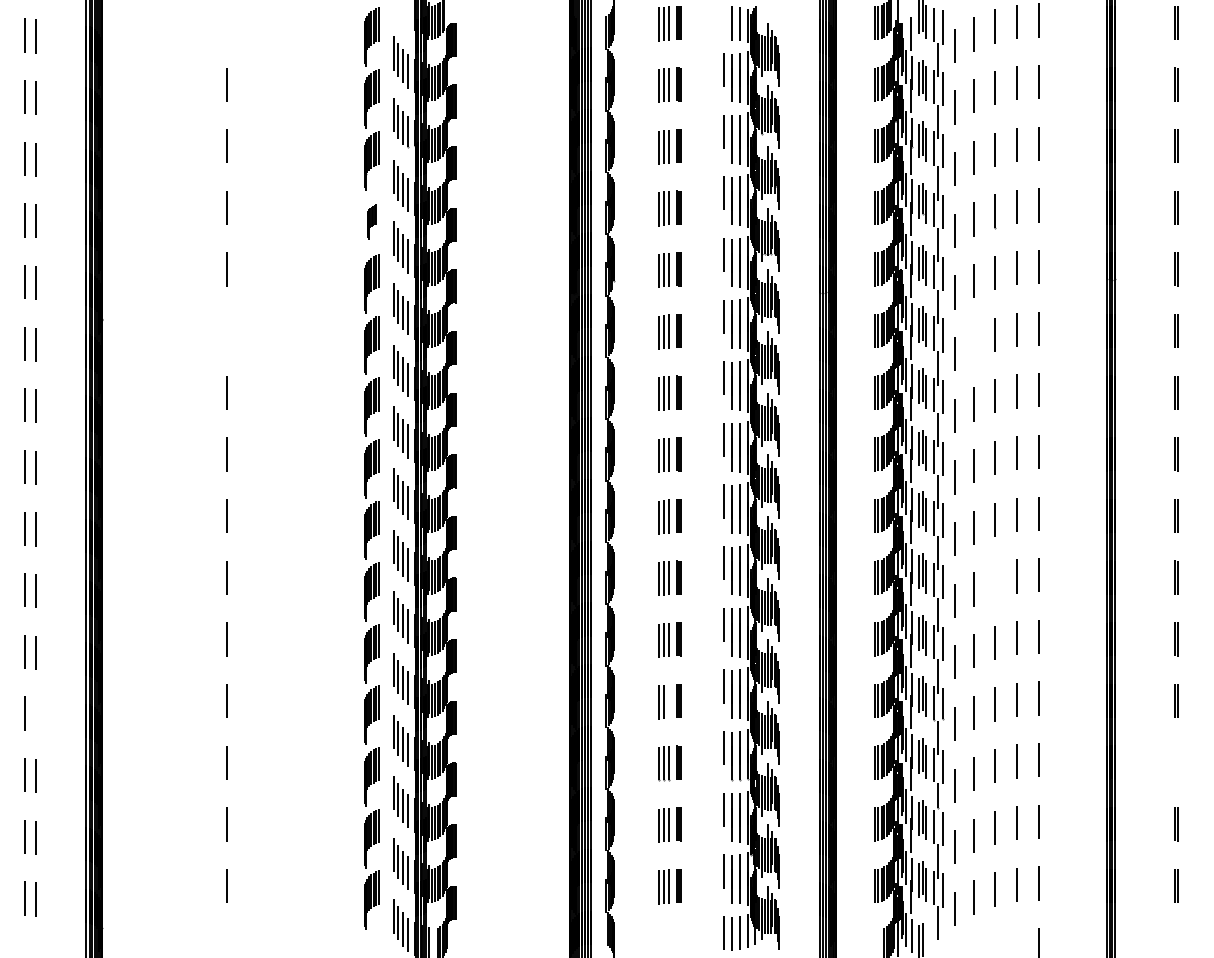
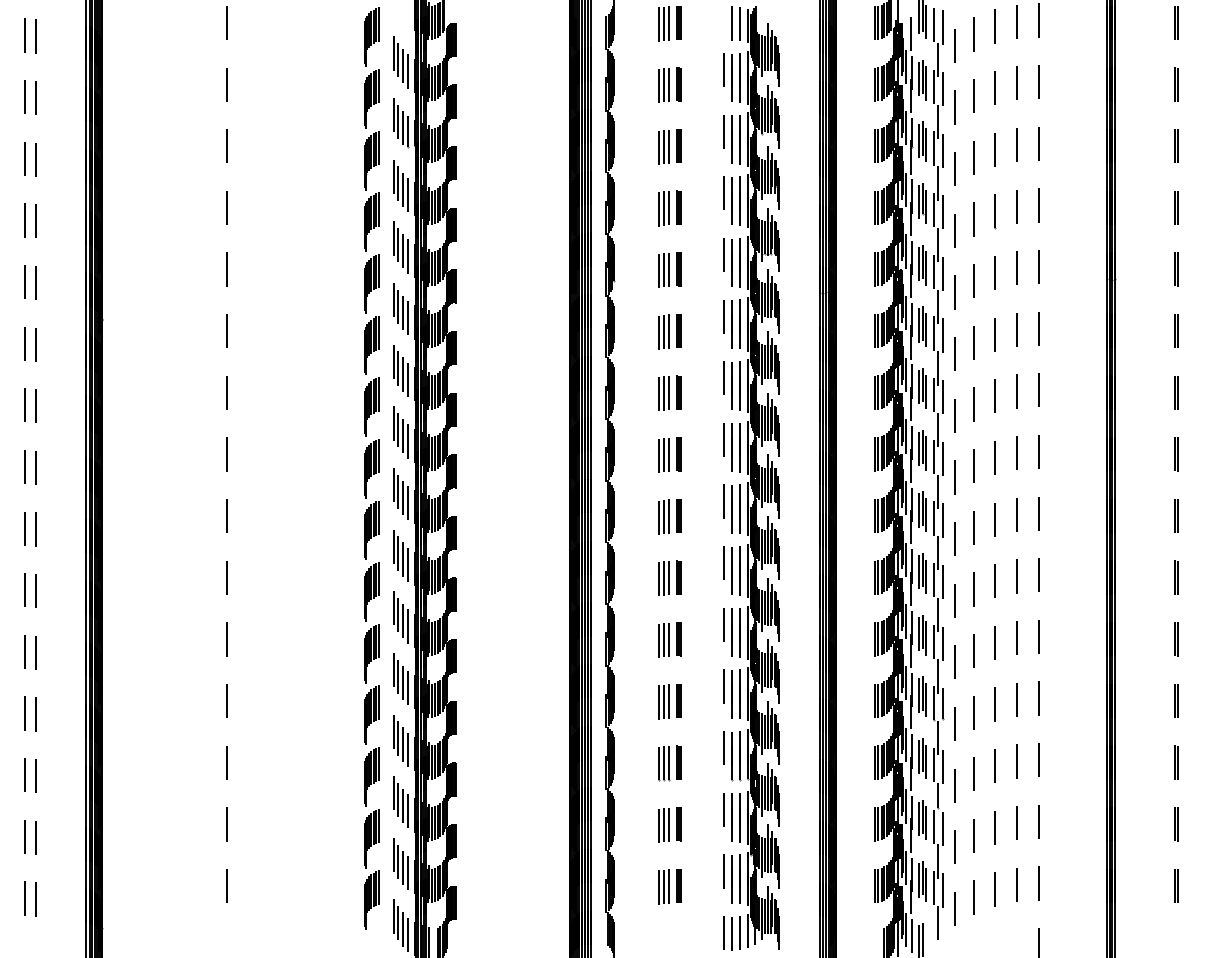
line at (227, 22): none -> present
part at (371, 221) size: 10x36 px -> 16x60 px
line at (227, 331): none -> present
line at (974, 342): none -> present
line at (994, 581): none -> present
line at (669, 701): none -> present
line at (36, 714): none -> present
line at (1175, 762): none -> present
